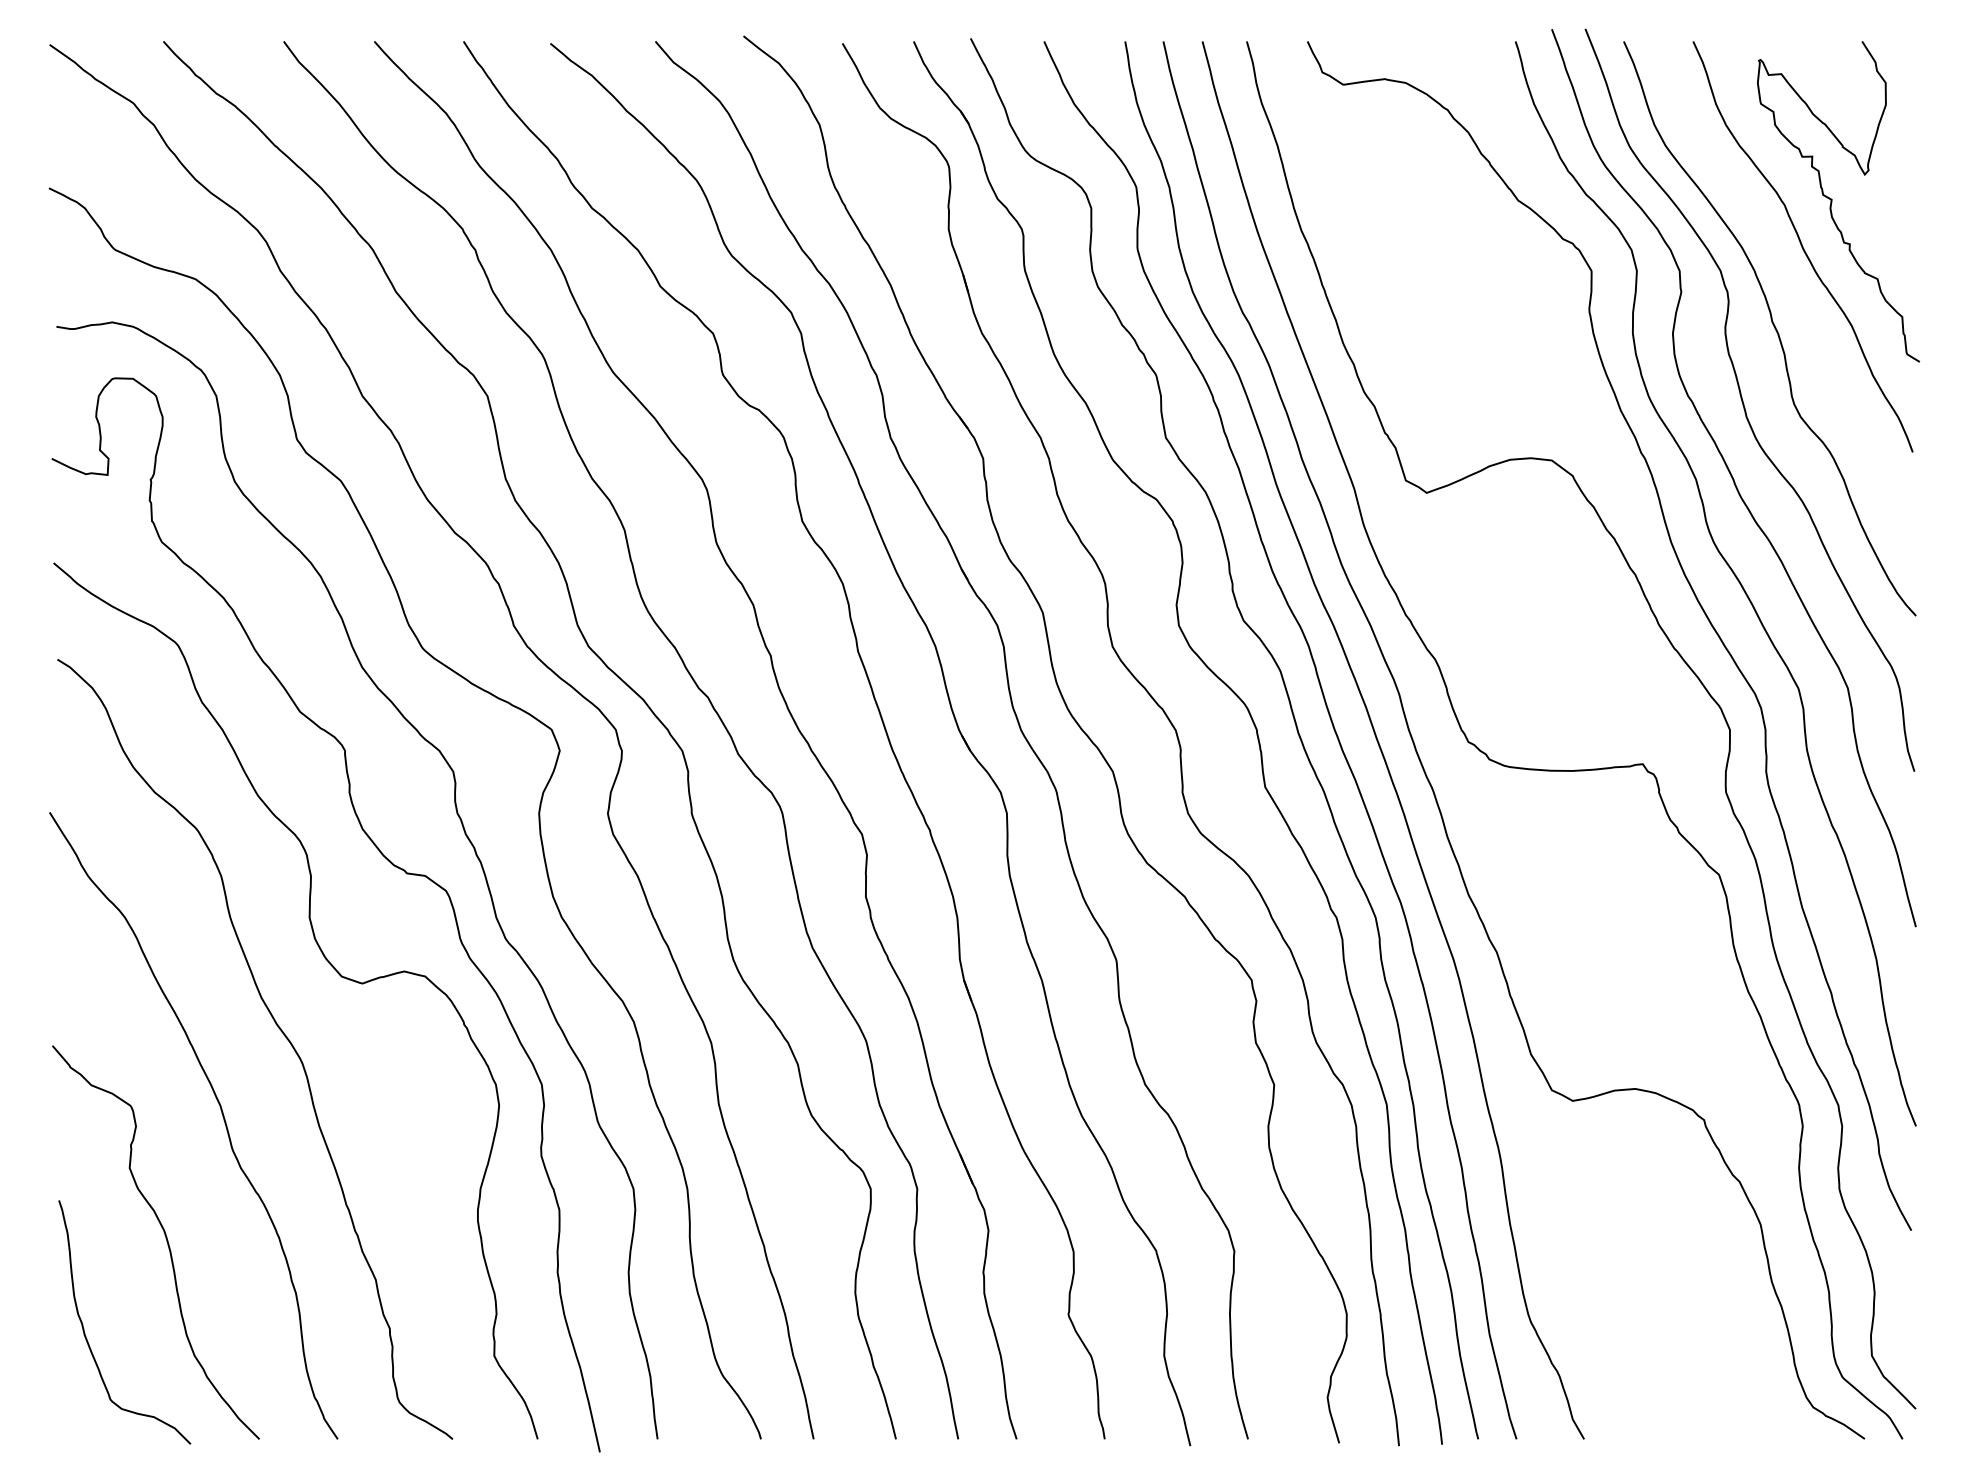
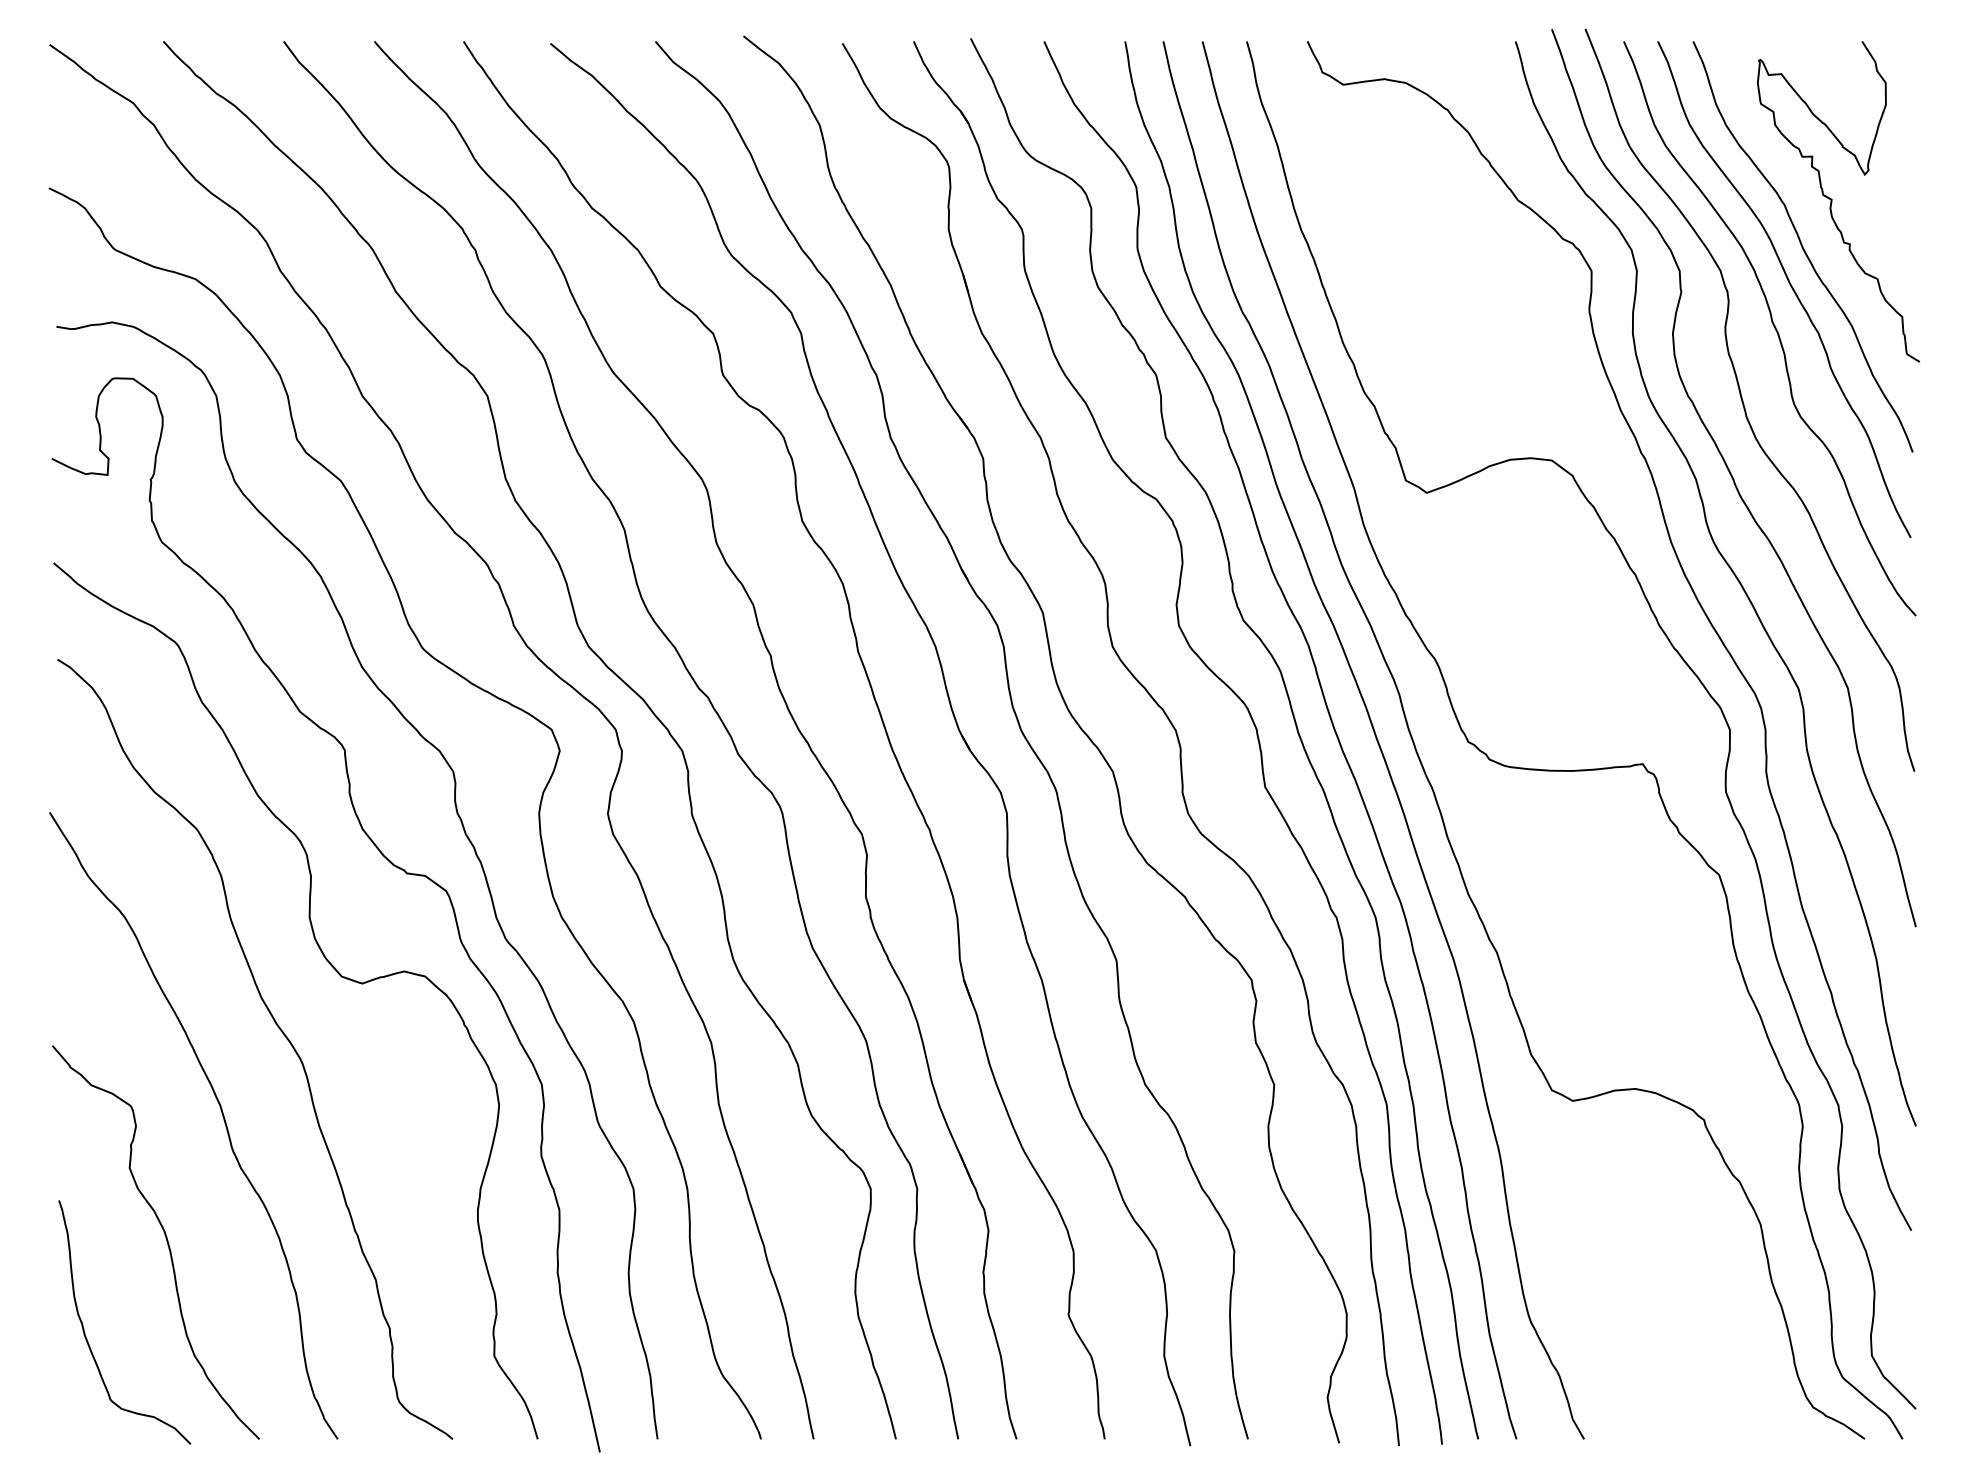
curve at (1790, 286): none -> present
